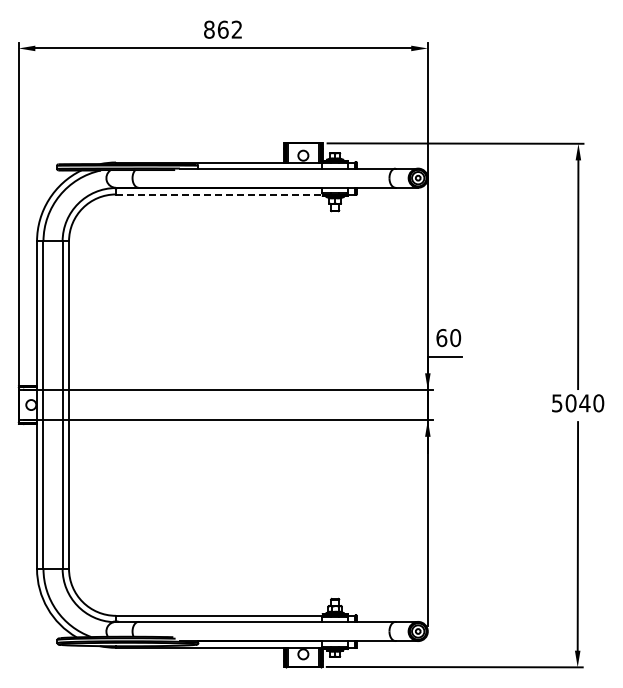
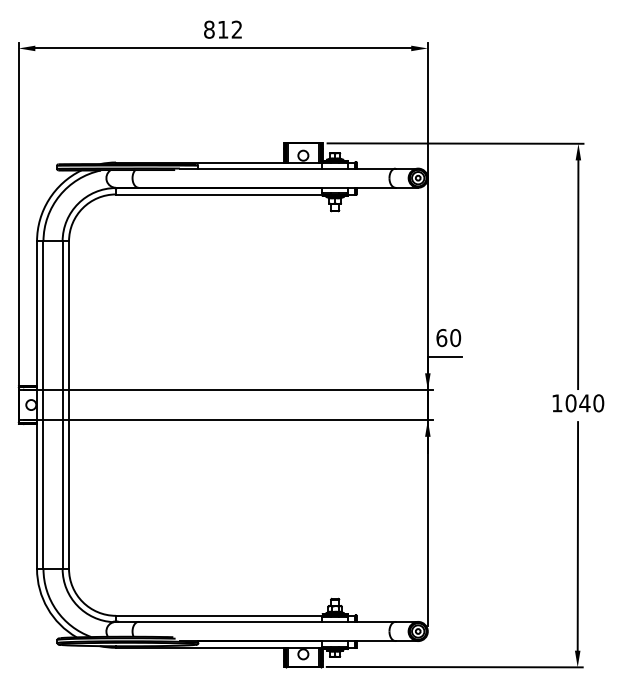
text at (222, 29): 862 -> 812
line at (219, 194): dashed -> solid
text at (557, 403): 5040 -> 1040
